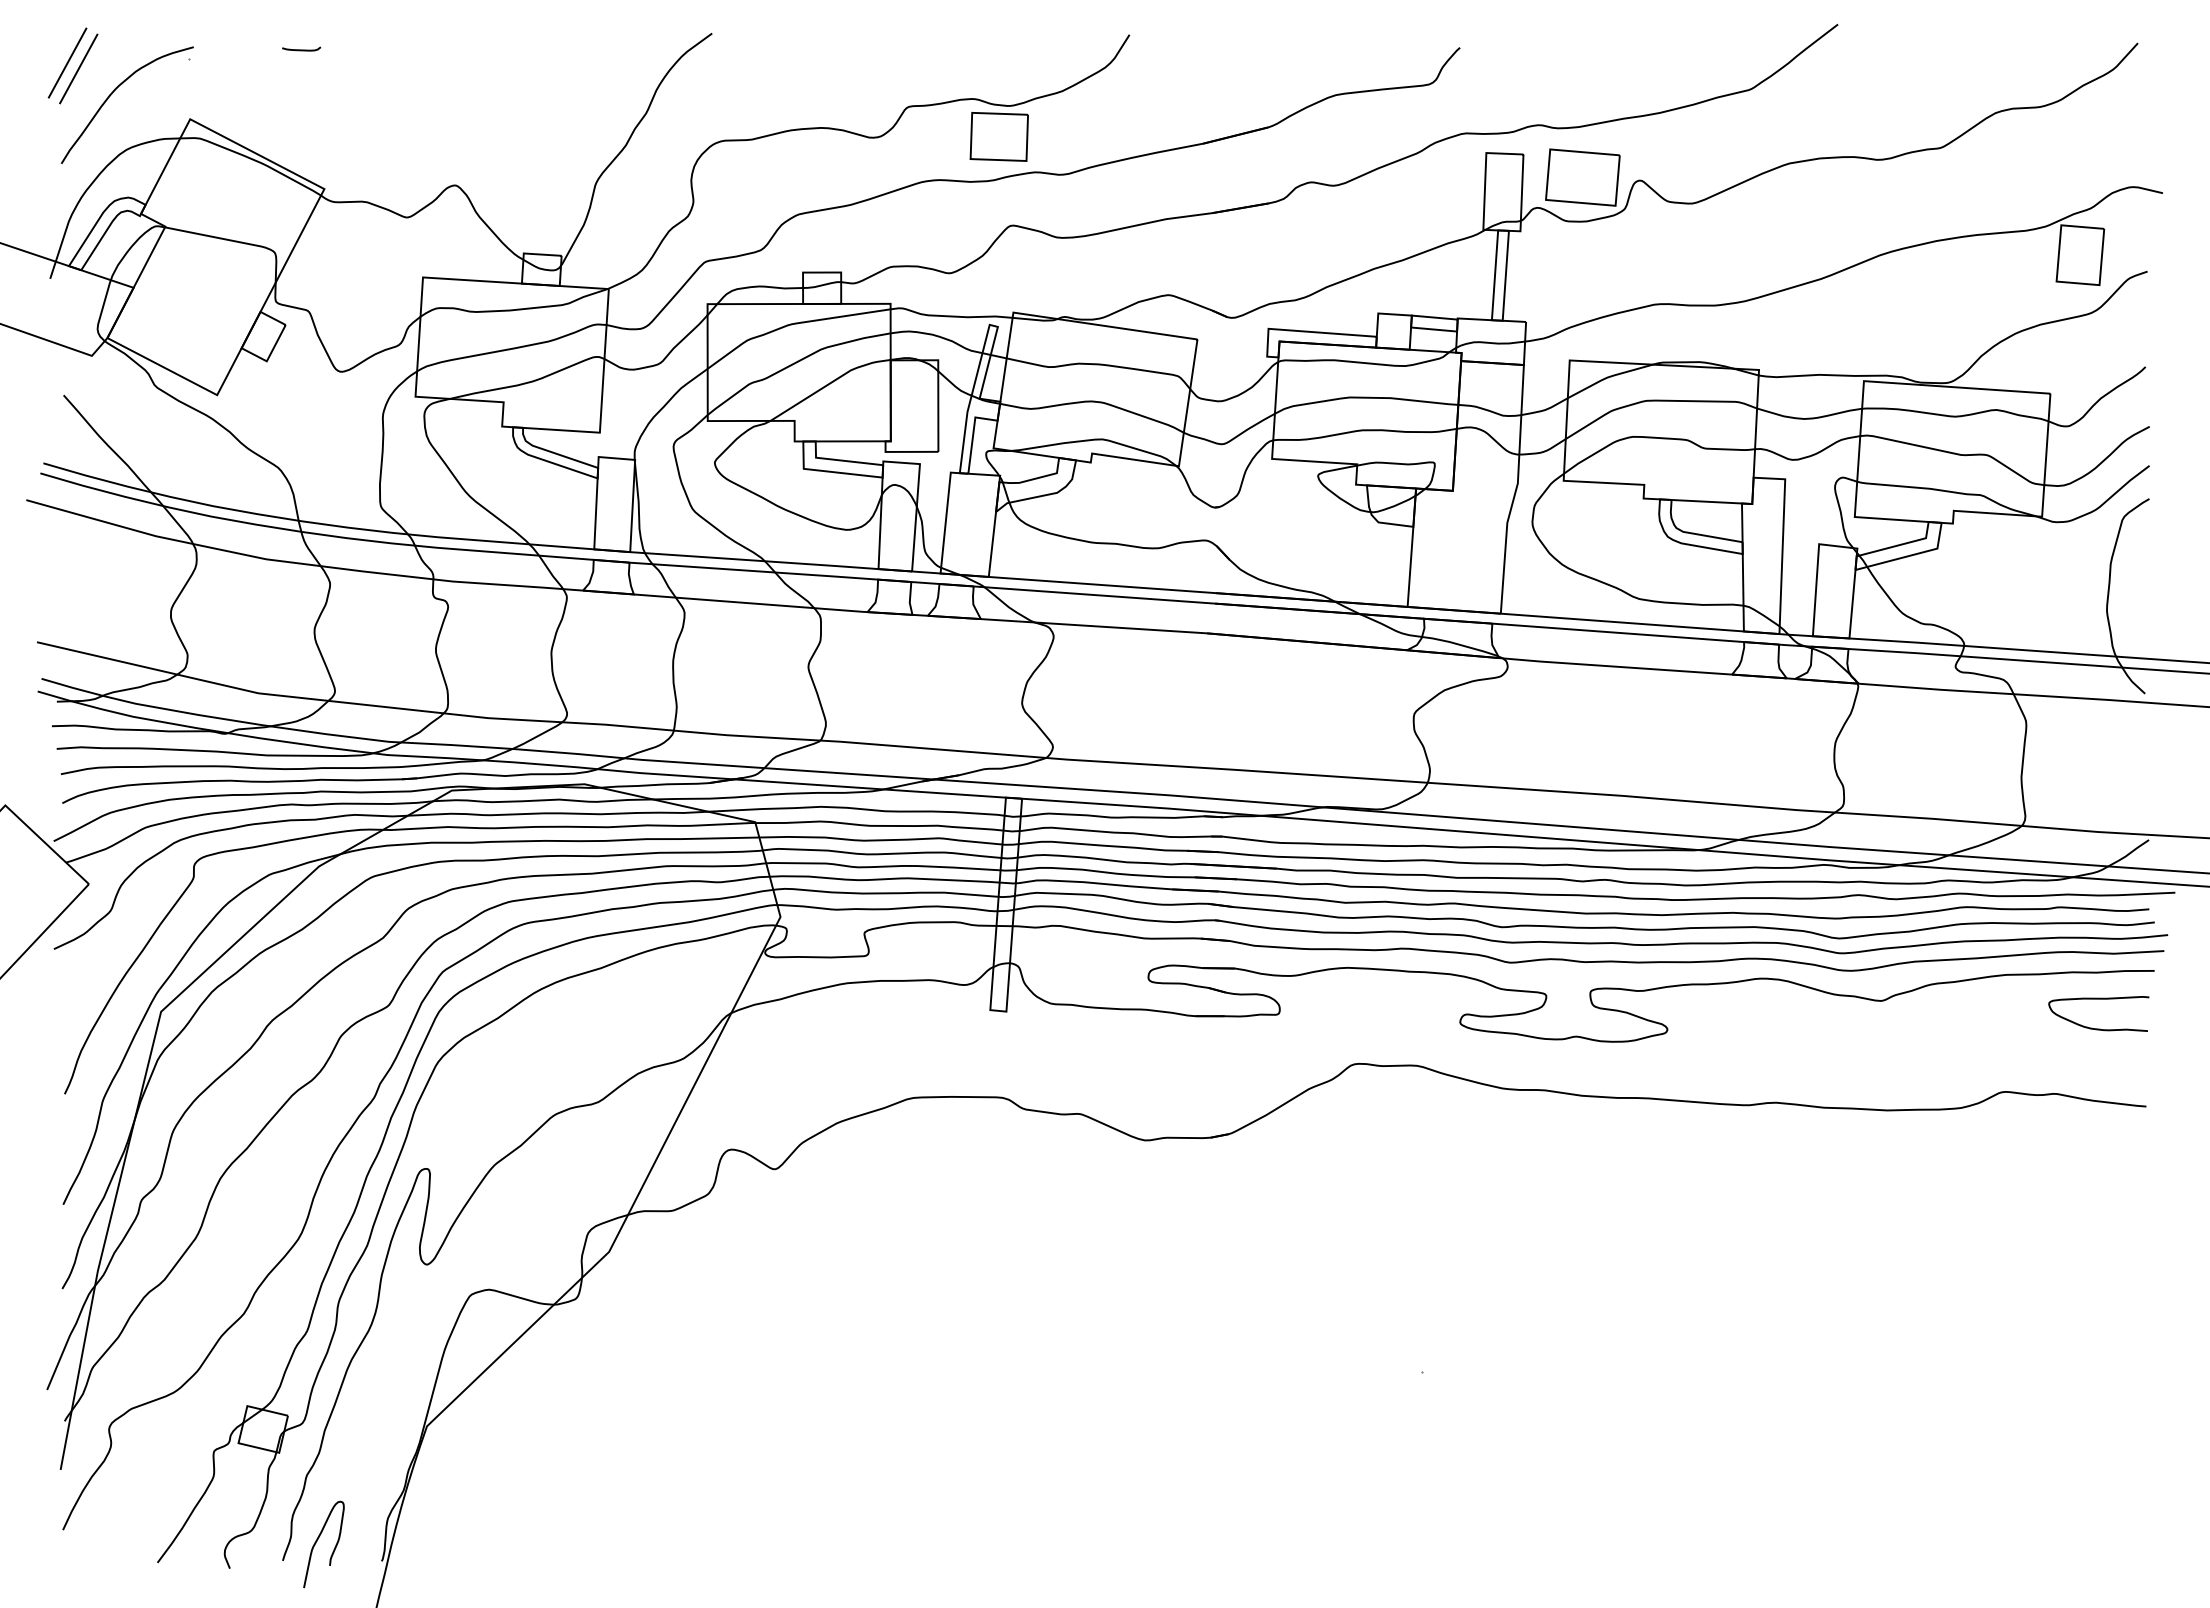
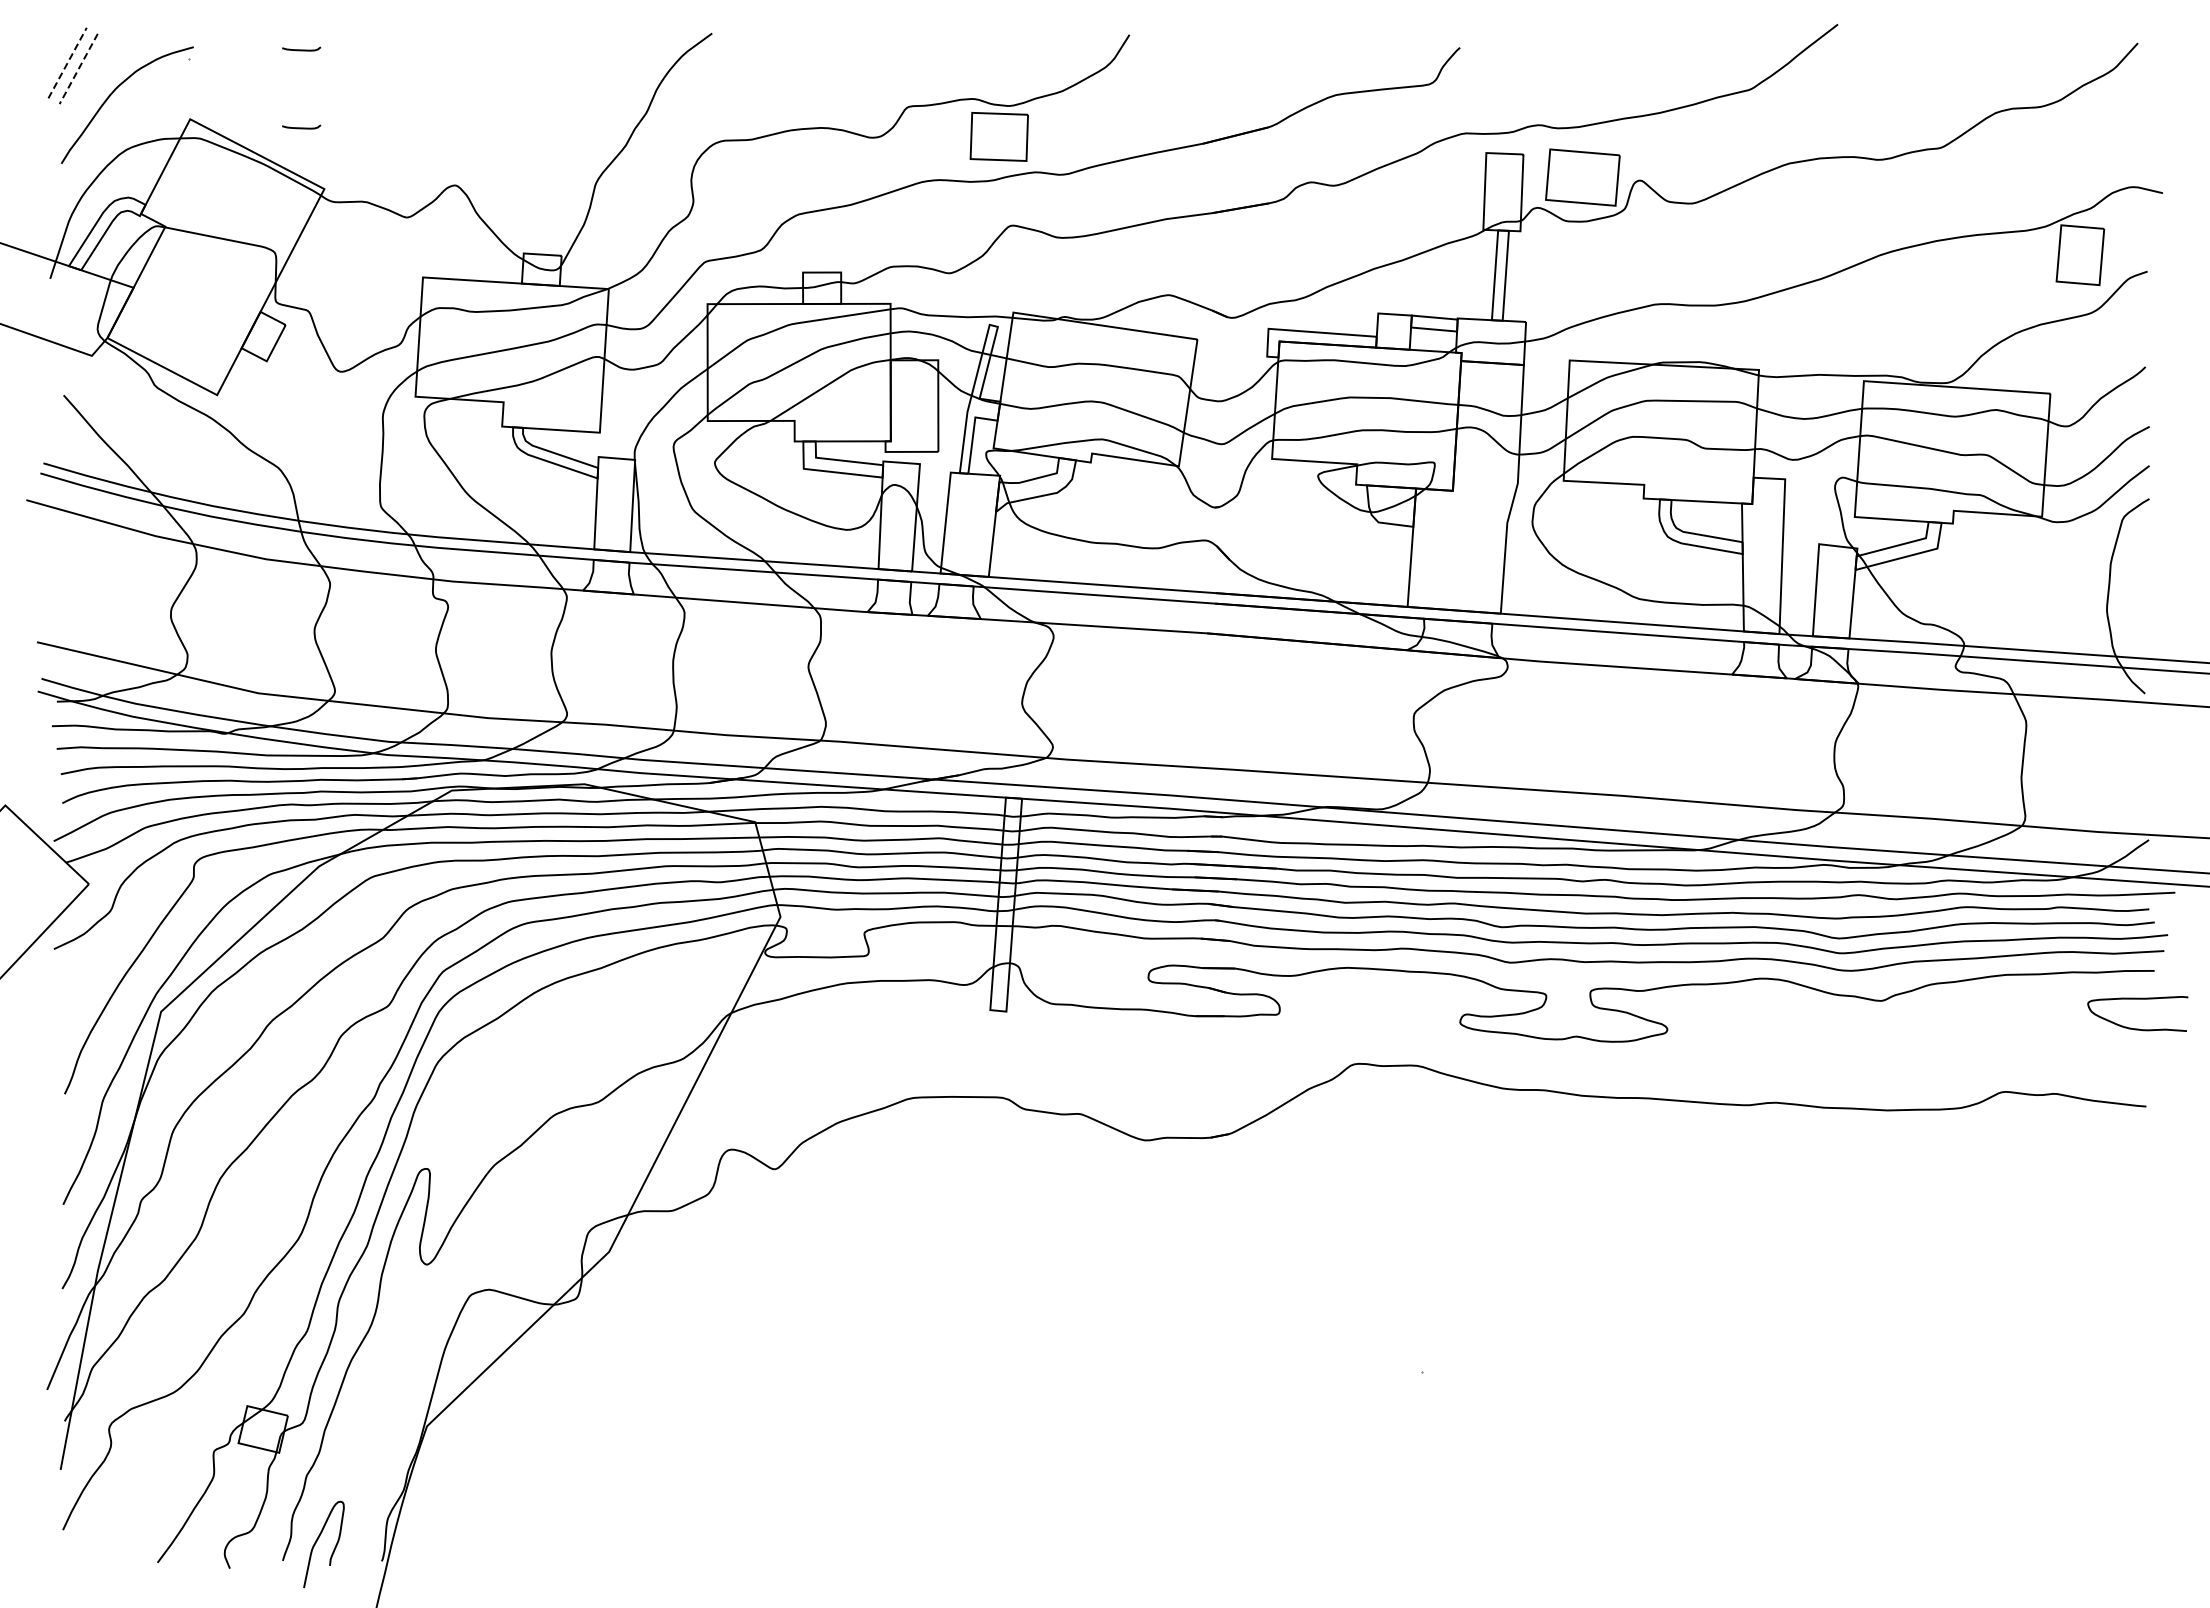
line at (67, 62): solid -> dashed
line at (78, 68): solid -> dashed
curve at (301, 127): none -> present
curve at (2098, 999) position: (2098, 999) -> (2137, 999)
